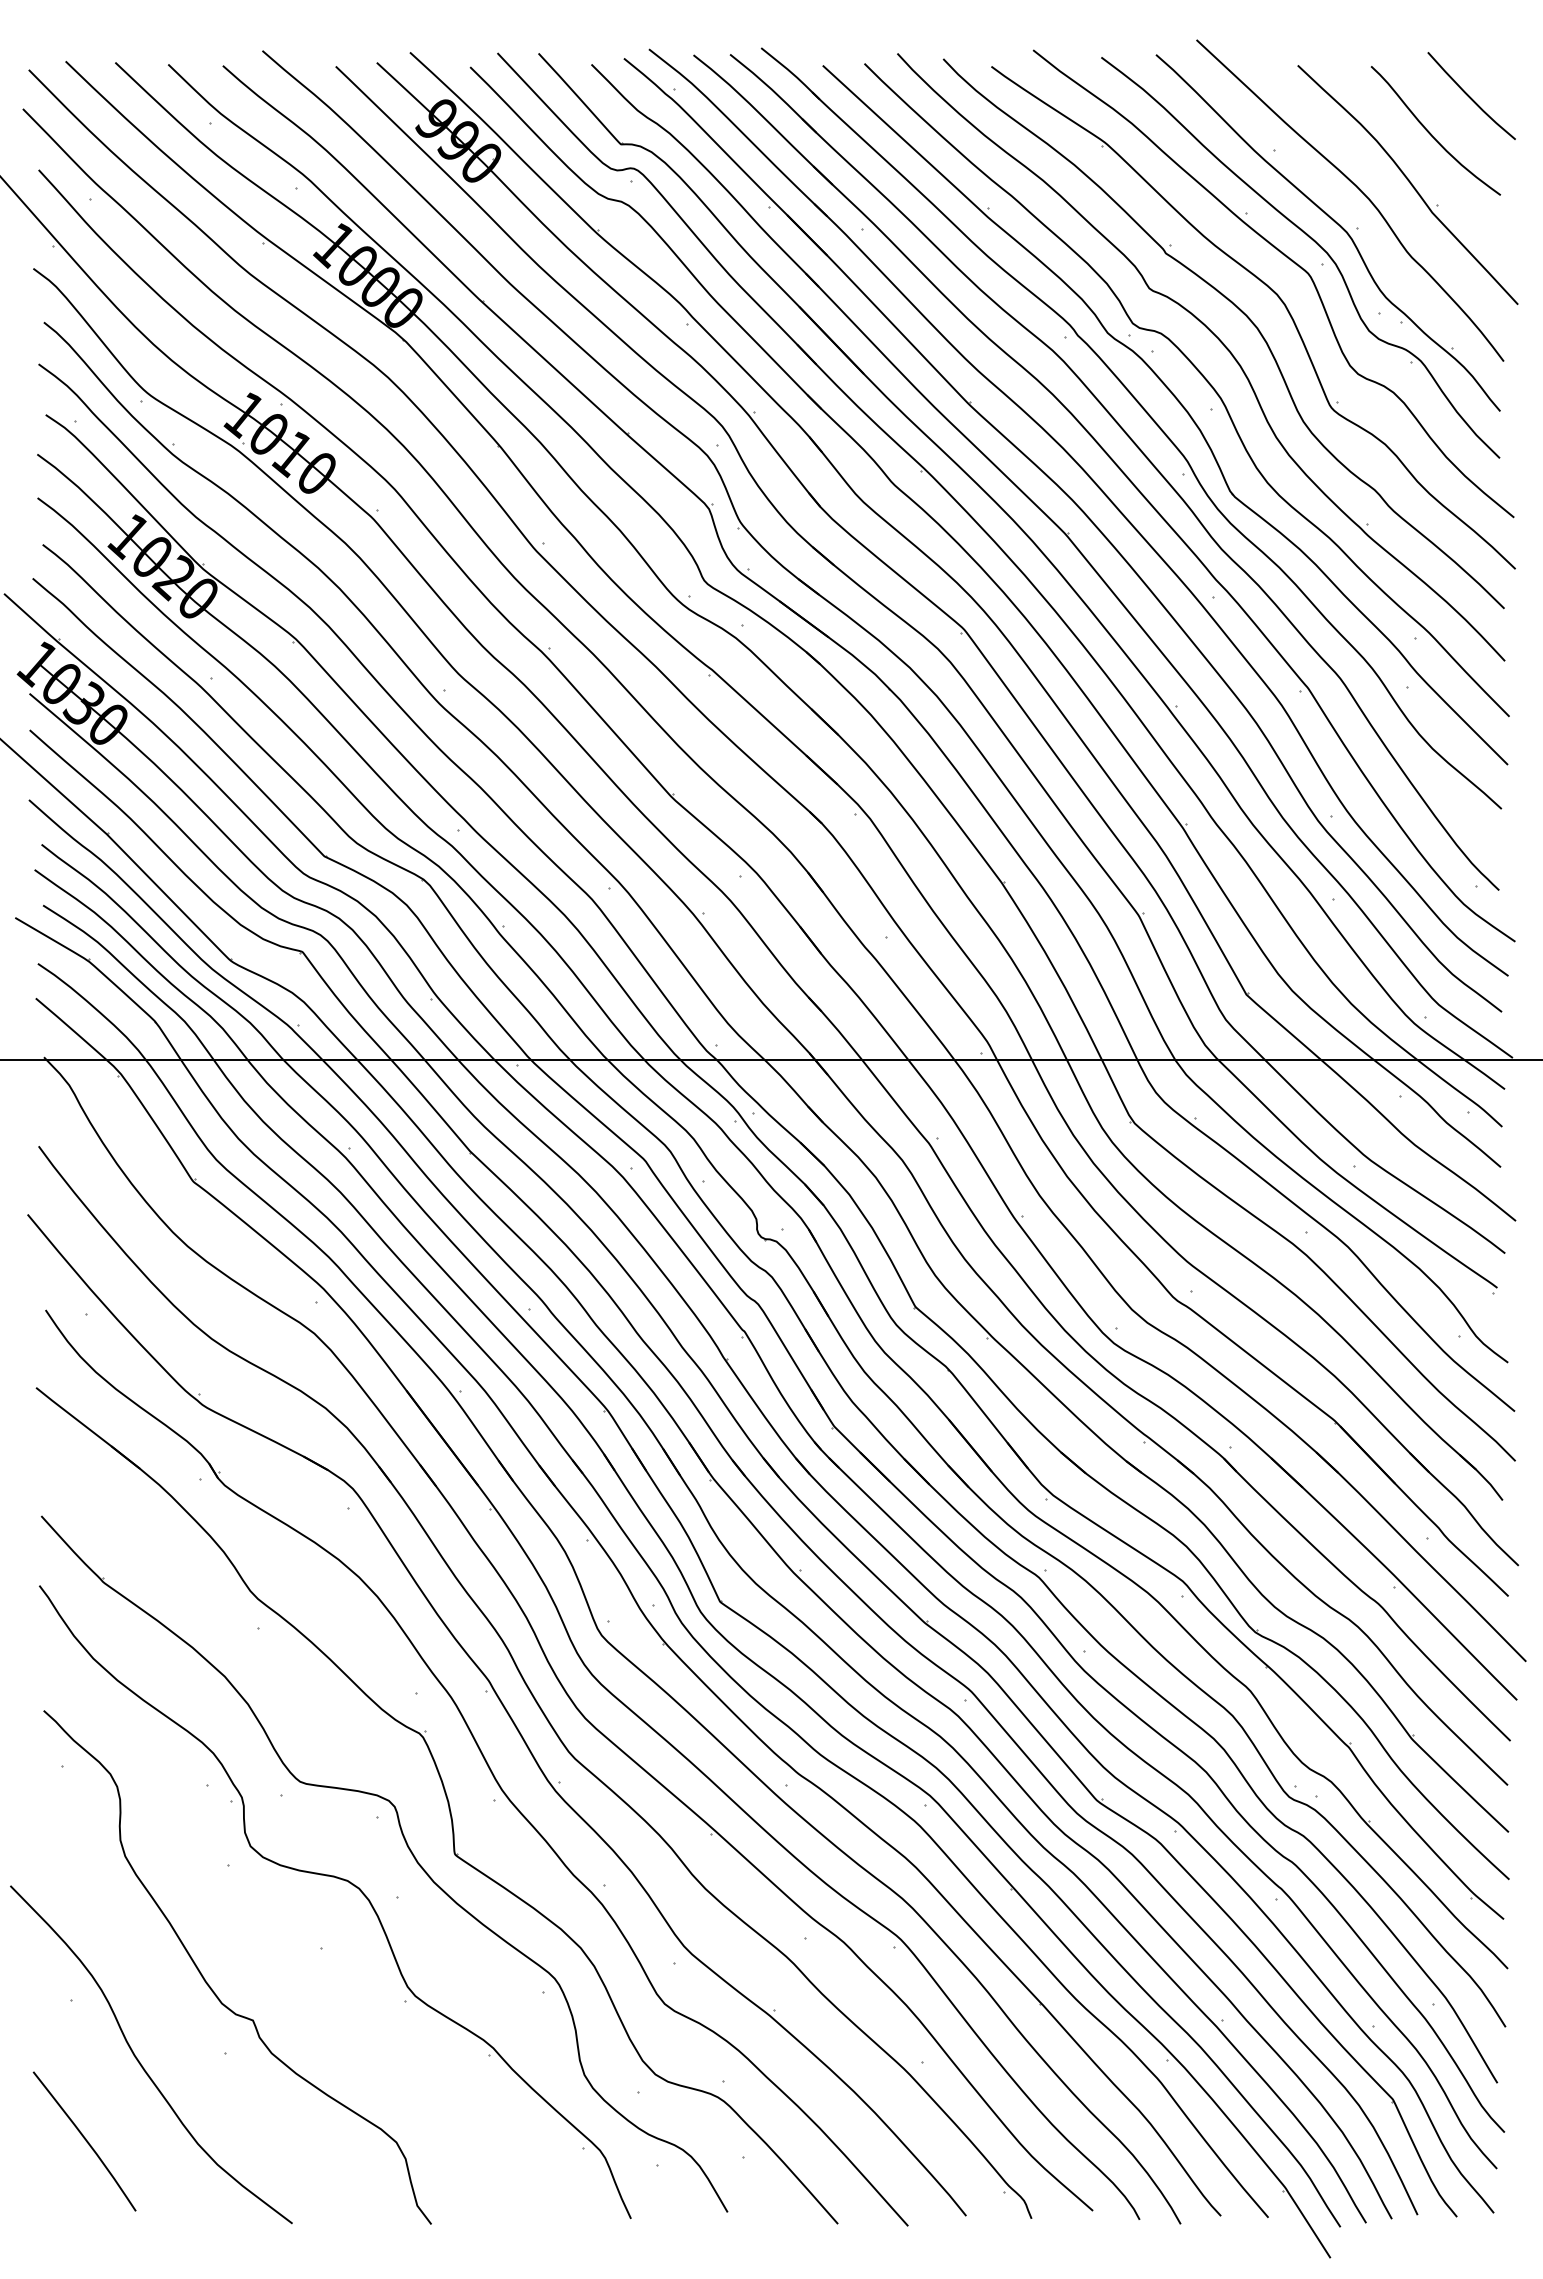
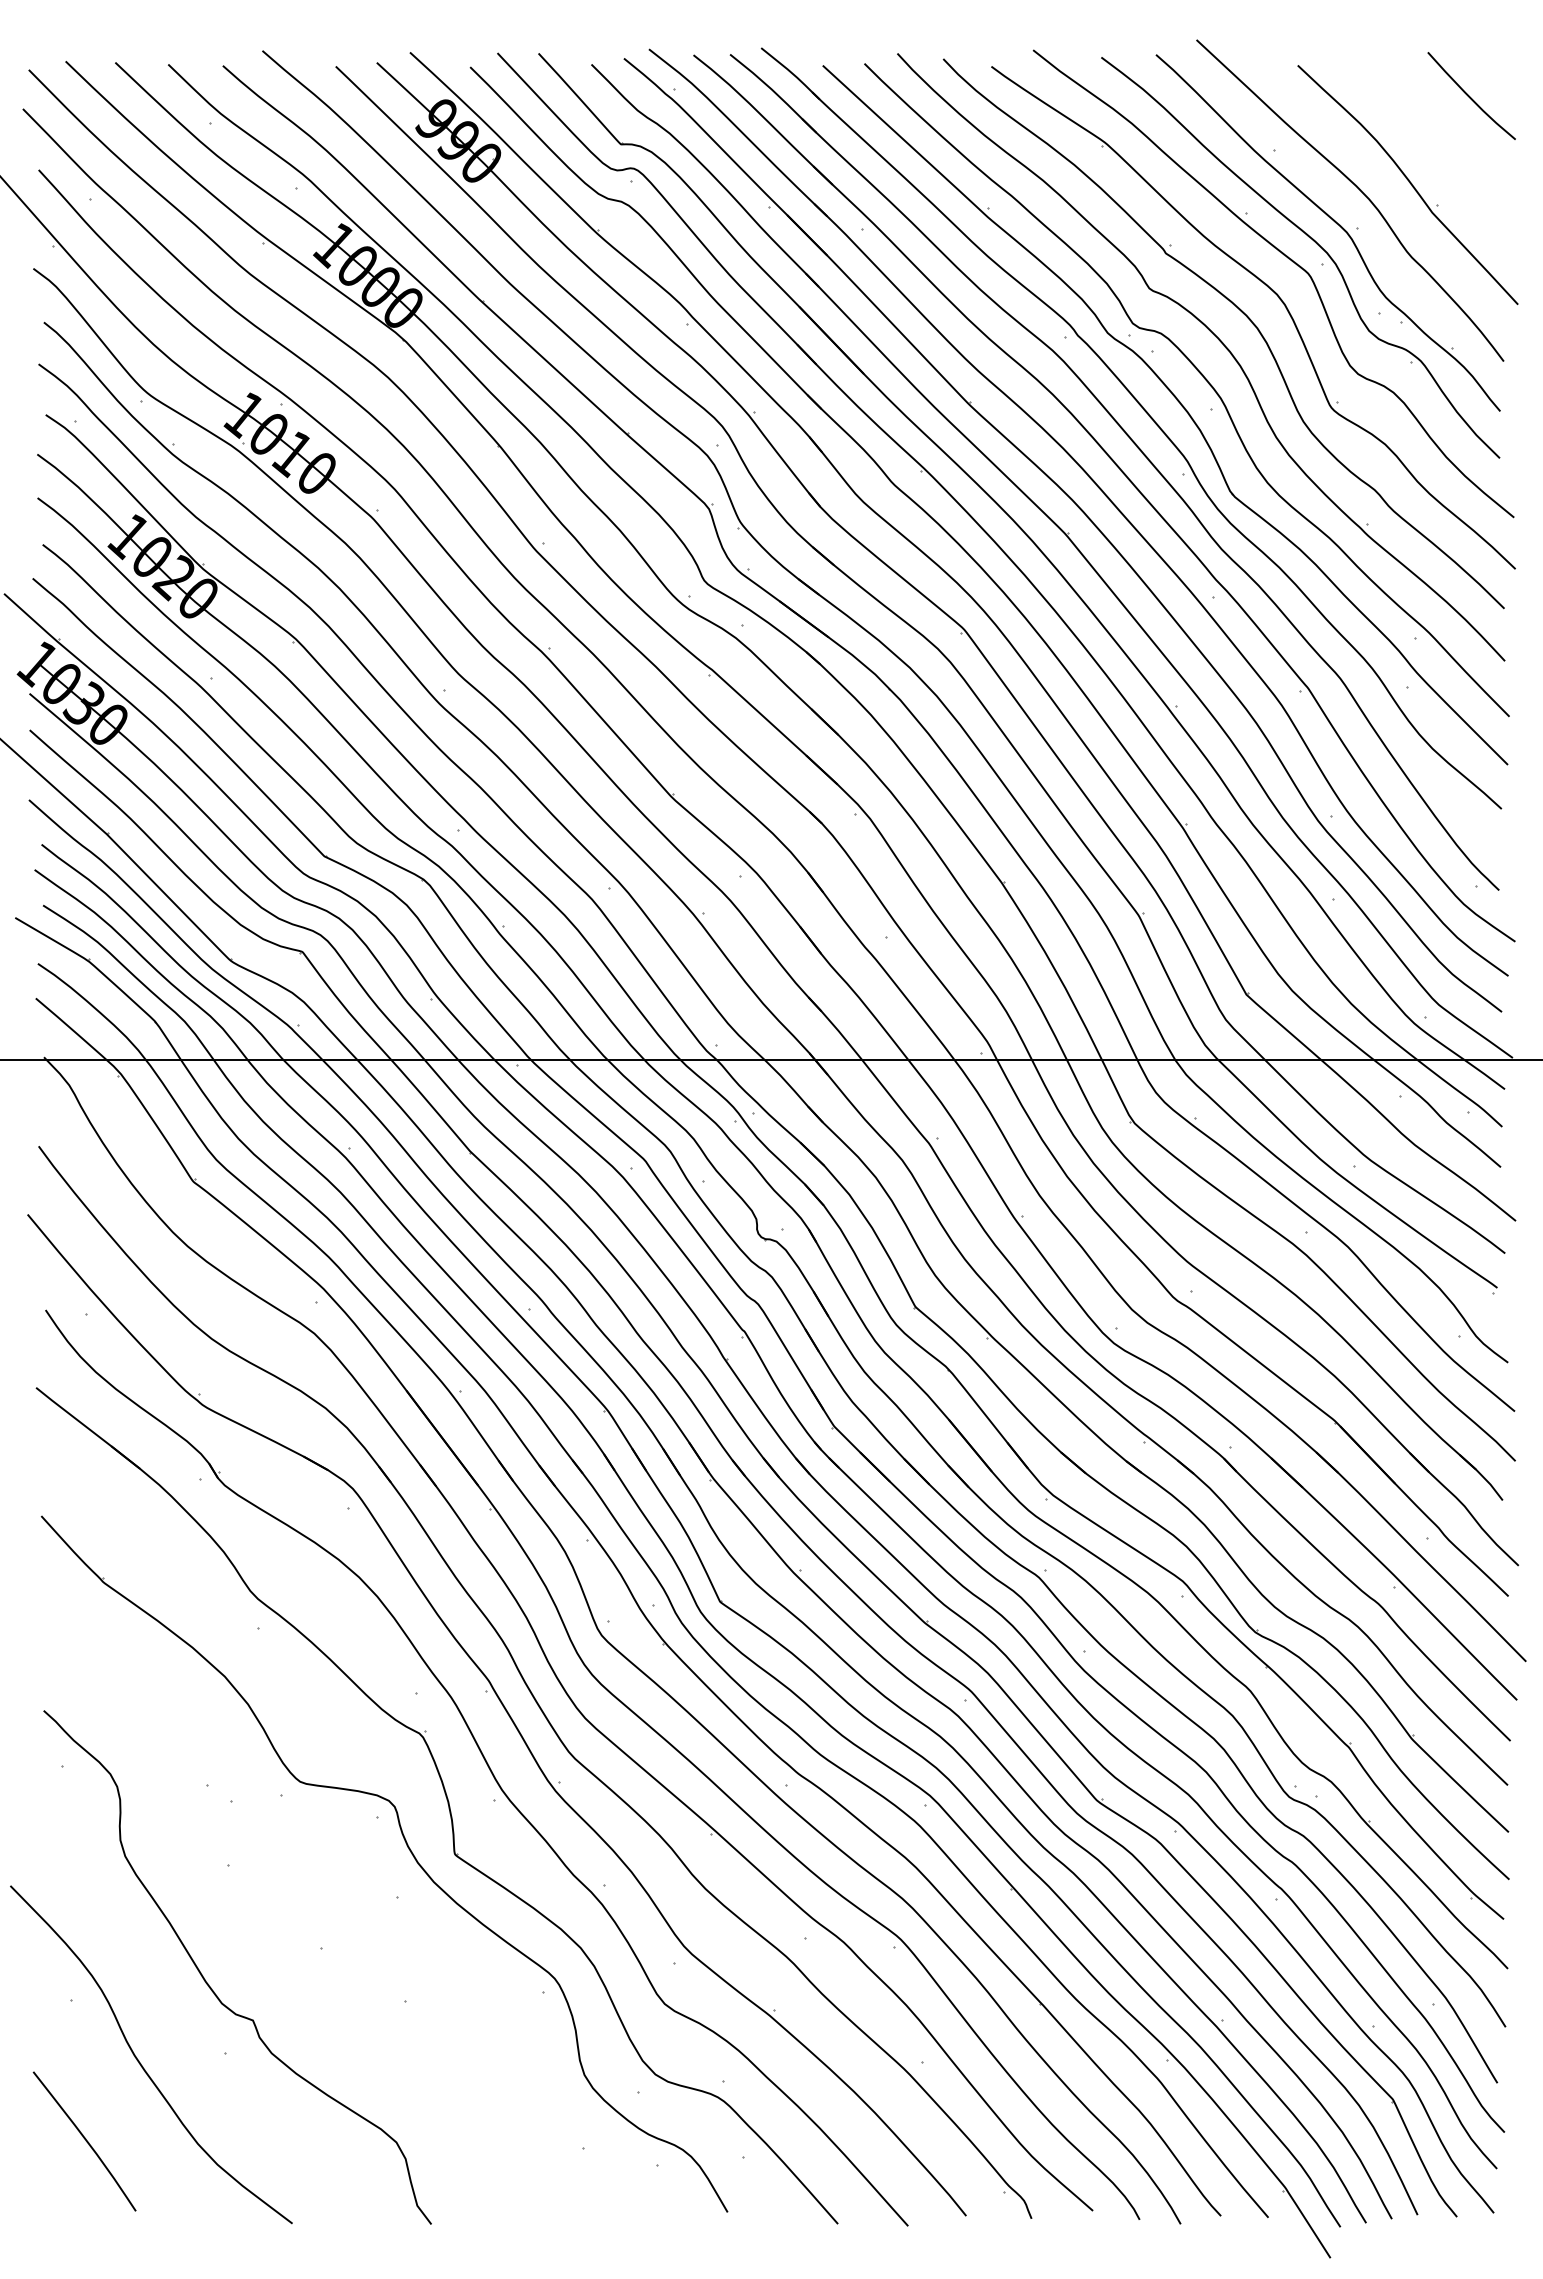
curve at (1431, 133): present -> none
part at (342, 1880): present -> none
